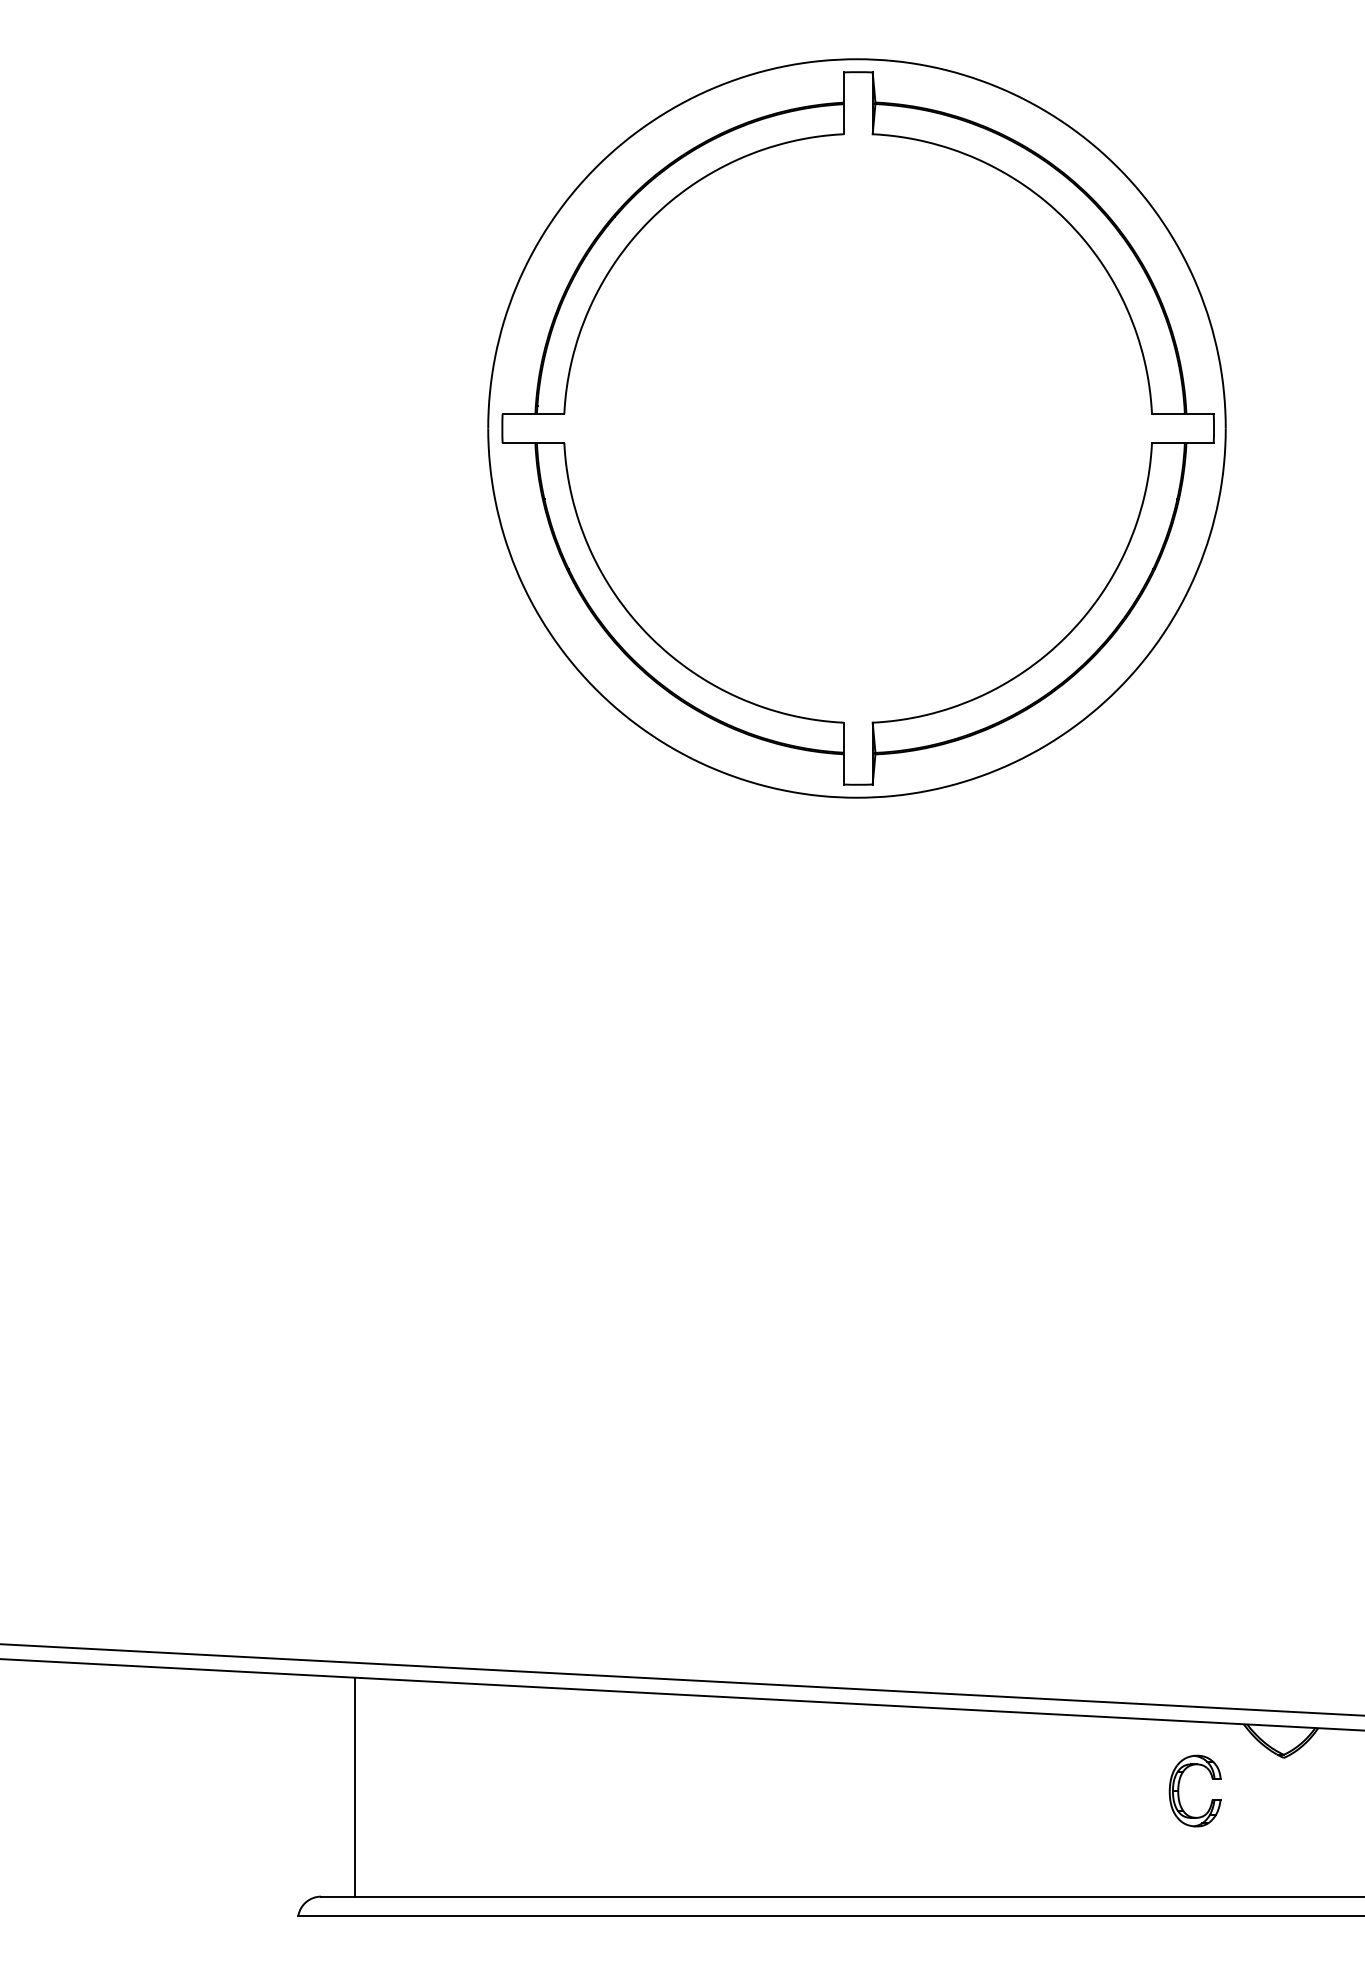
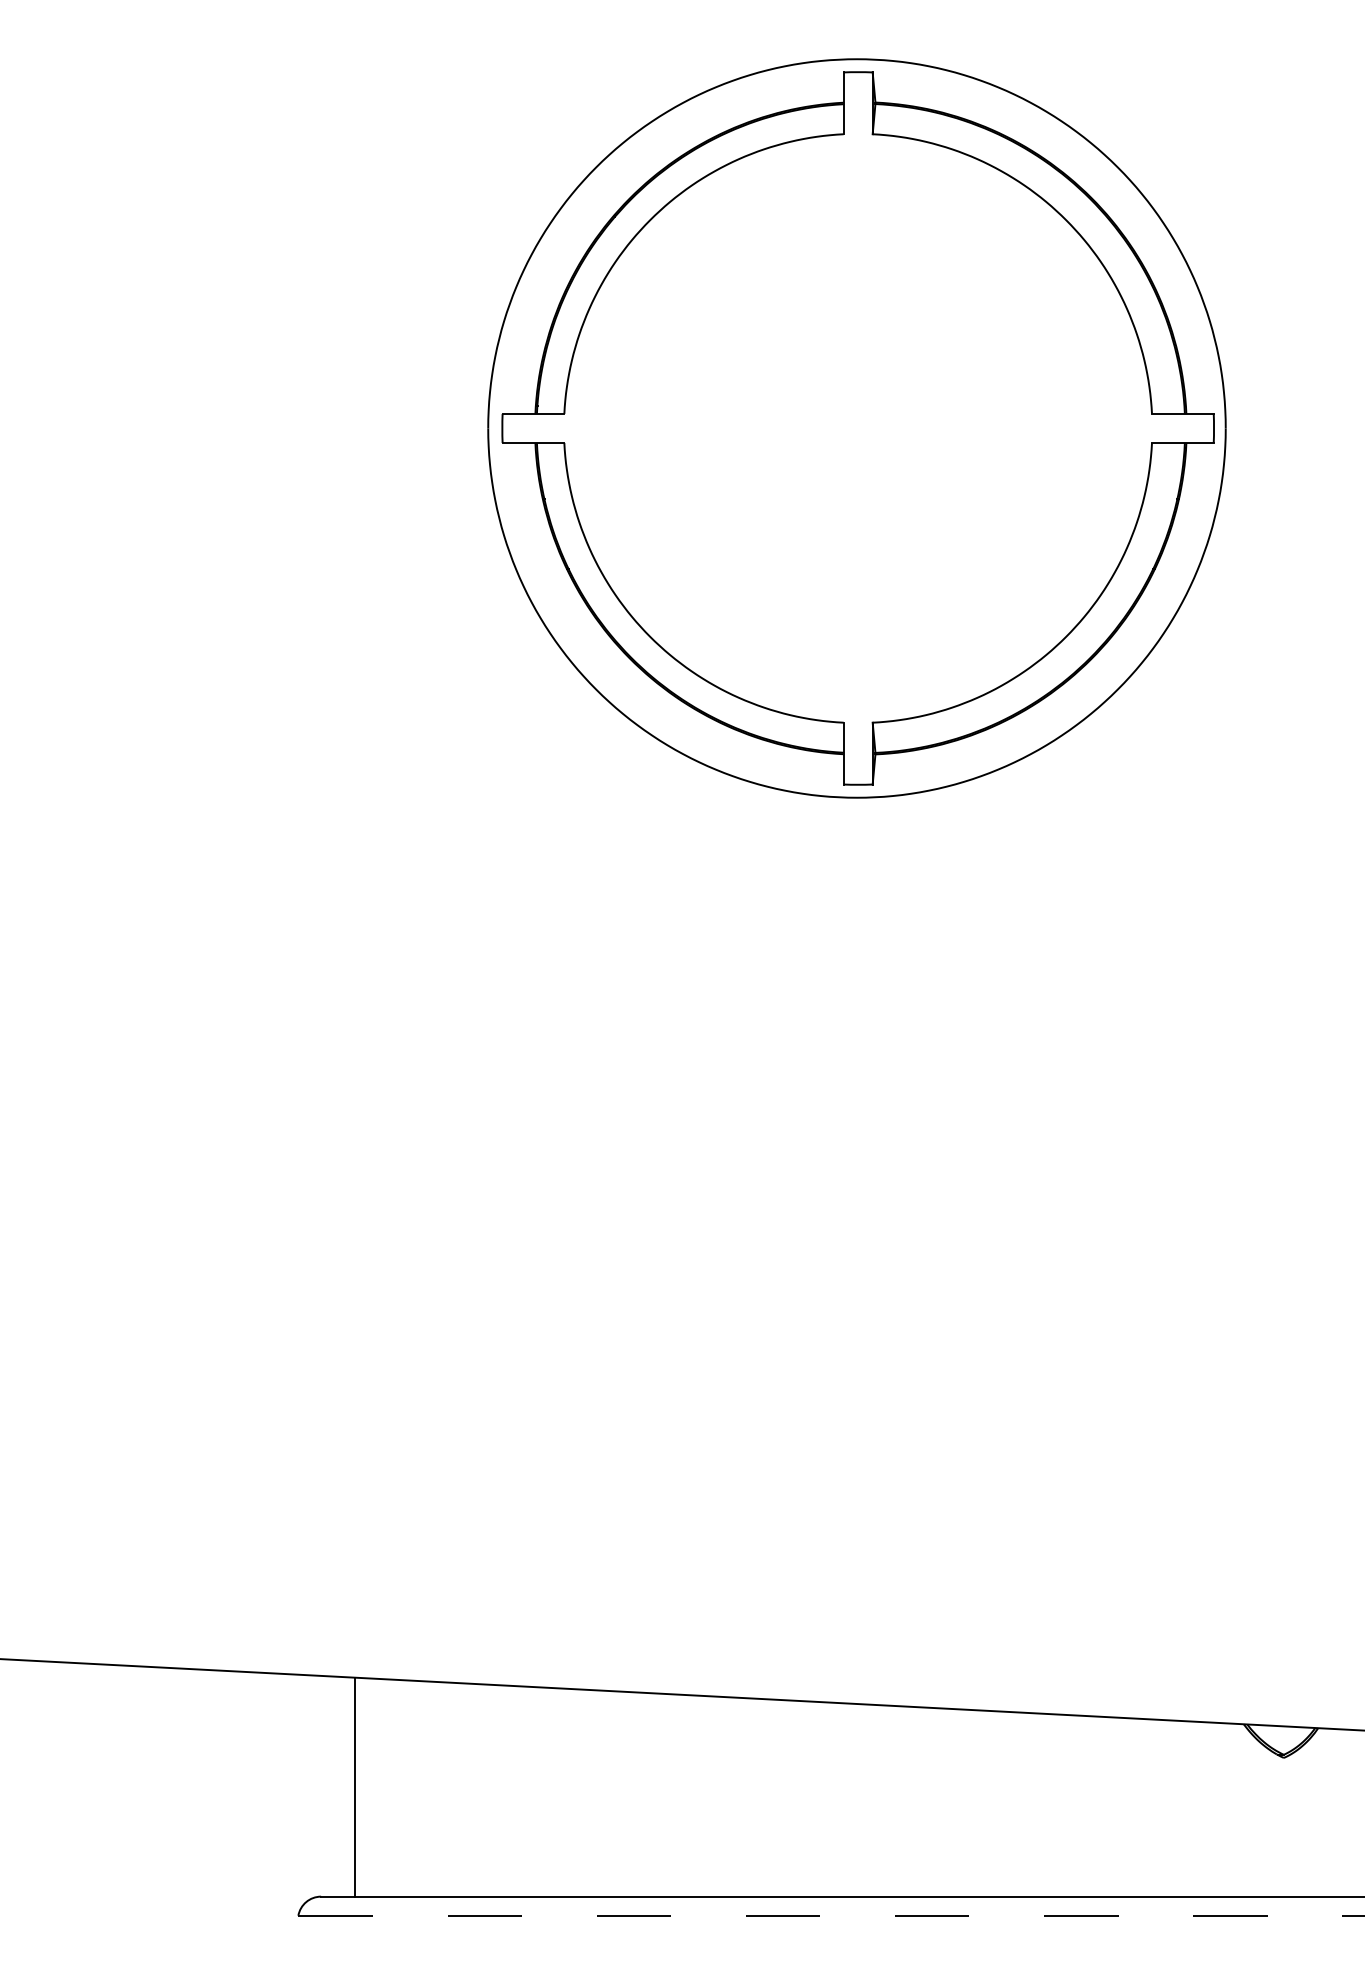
line at (681, 1679): present -> none
part at (1179, 1790): present -> none
line at (831, 1915): solid -> dashed
